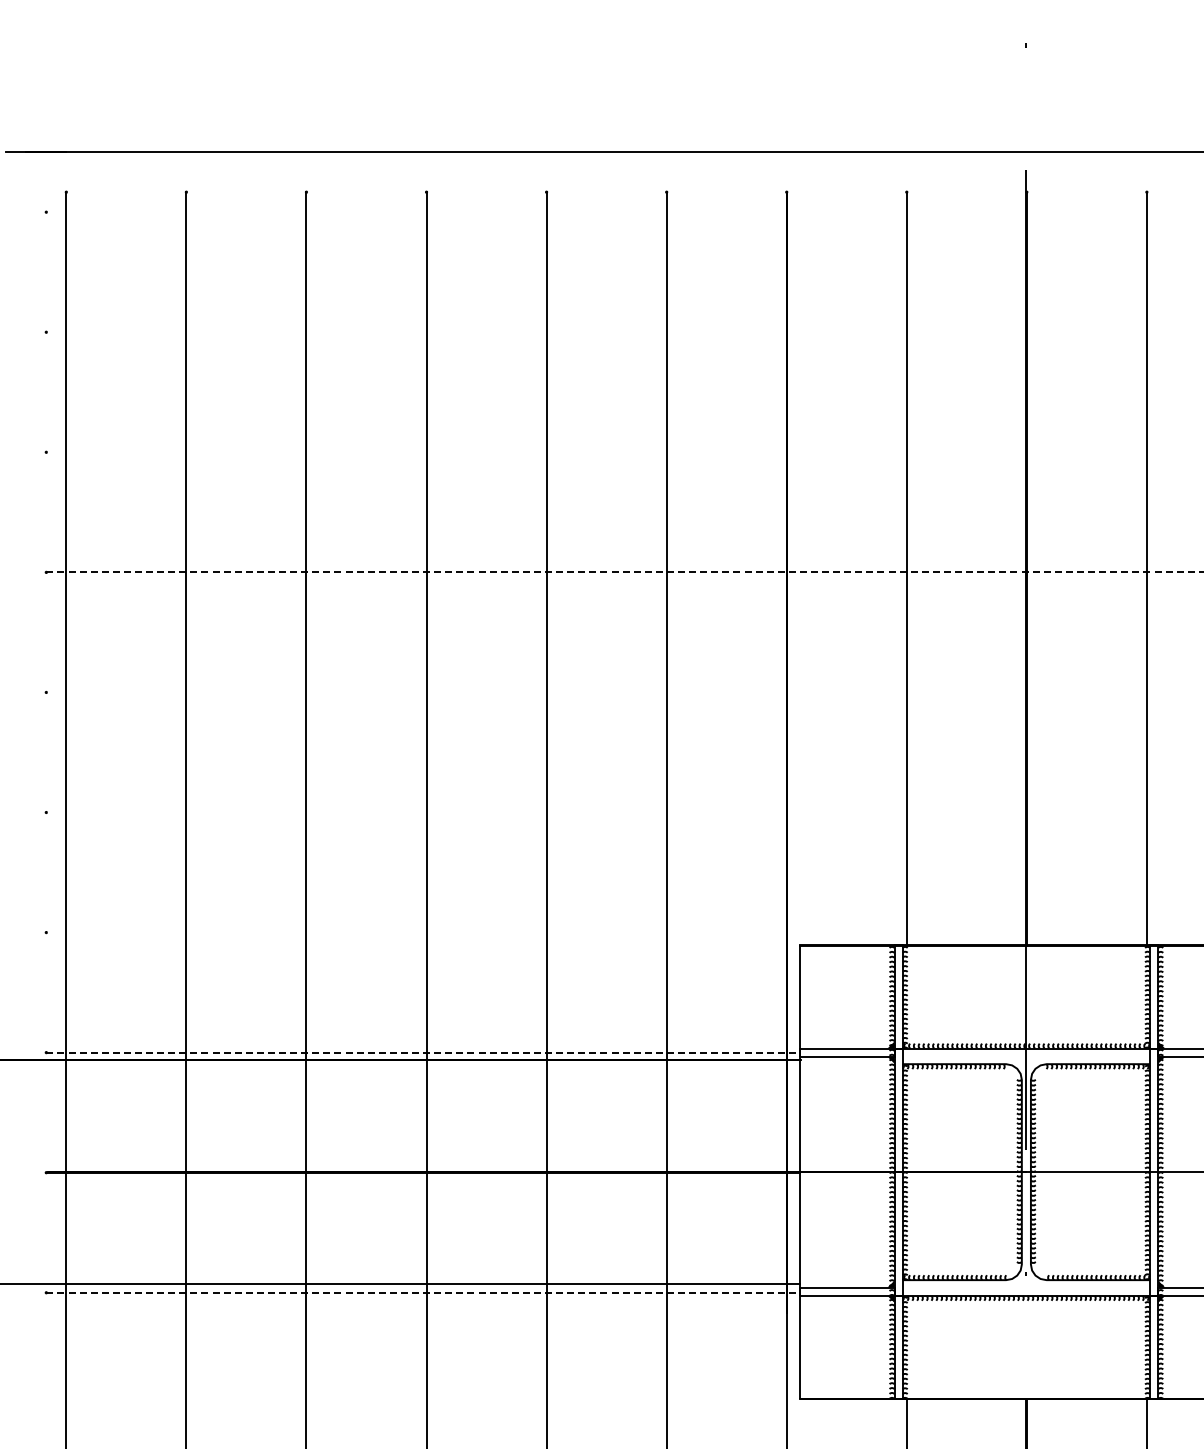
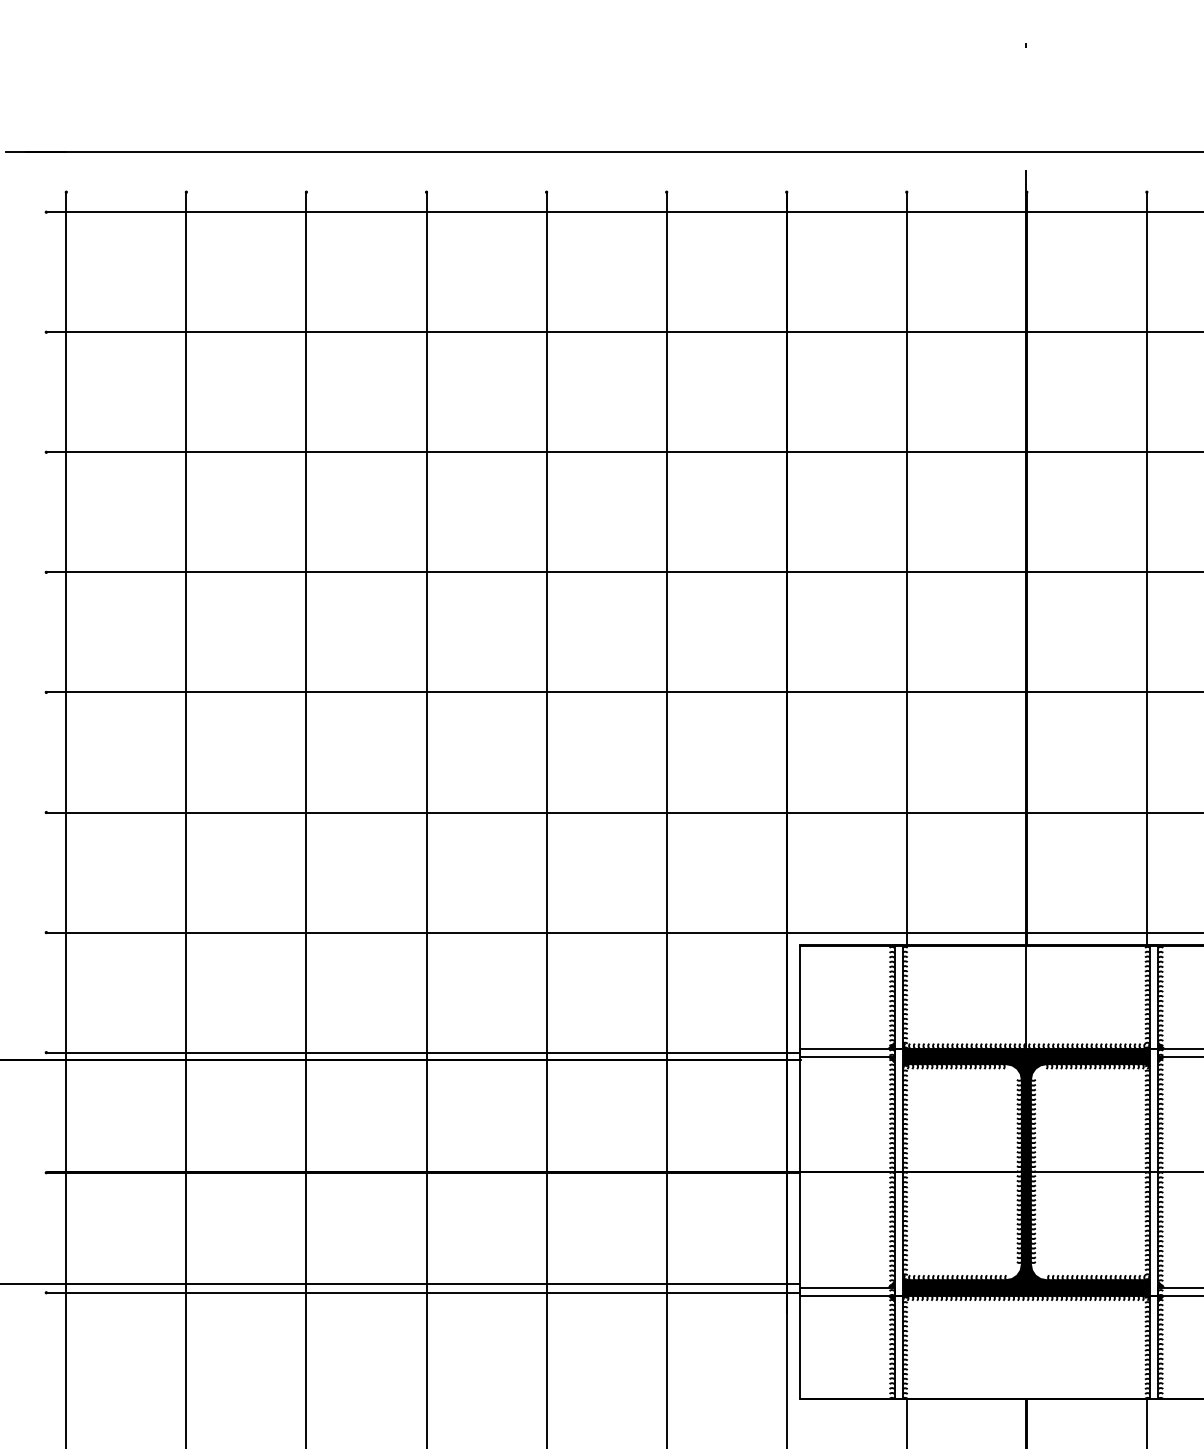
line at (623, 212): none -> present
line at (623, 332): none -> present
line at (623, 452): none -> present
line at (625, 572): dashed -> solid
line at (623, 692): none -> present
line at (623, 812): none -> present
line at (623, 932): none -> present
line at (423, 1052): dashed -> solid
fill at (1026, 1171): none -> present
line at (423, 1292): dashed -> solid
